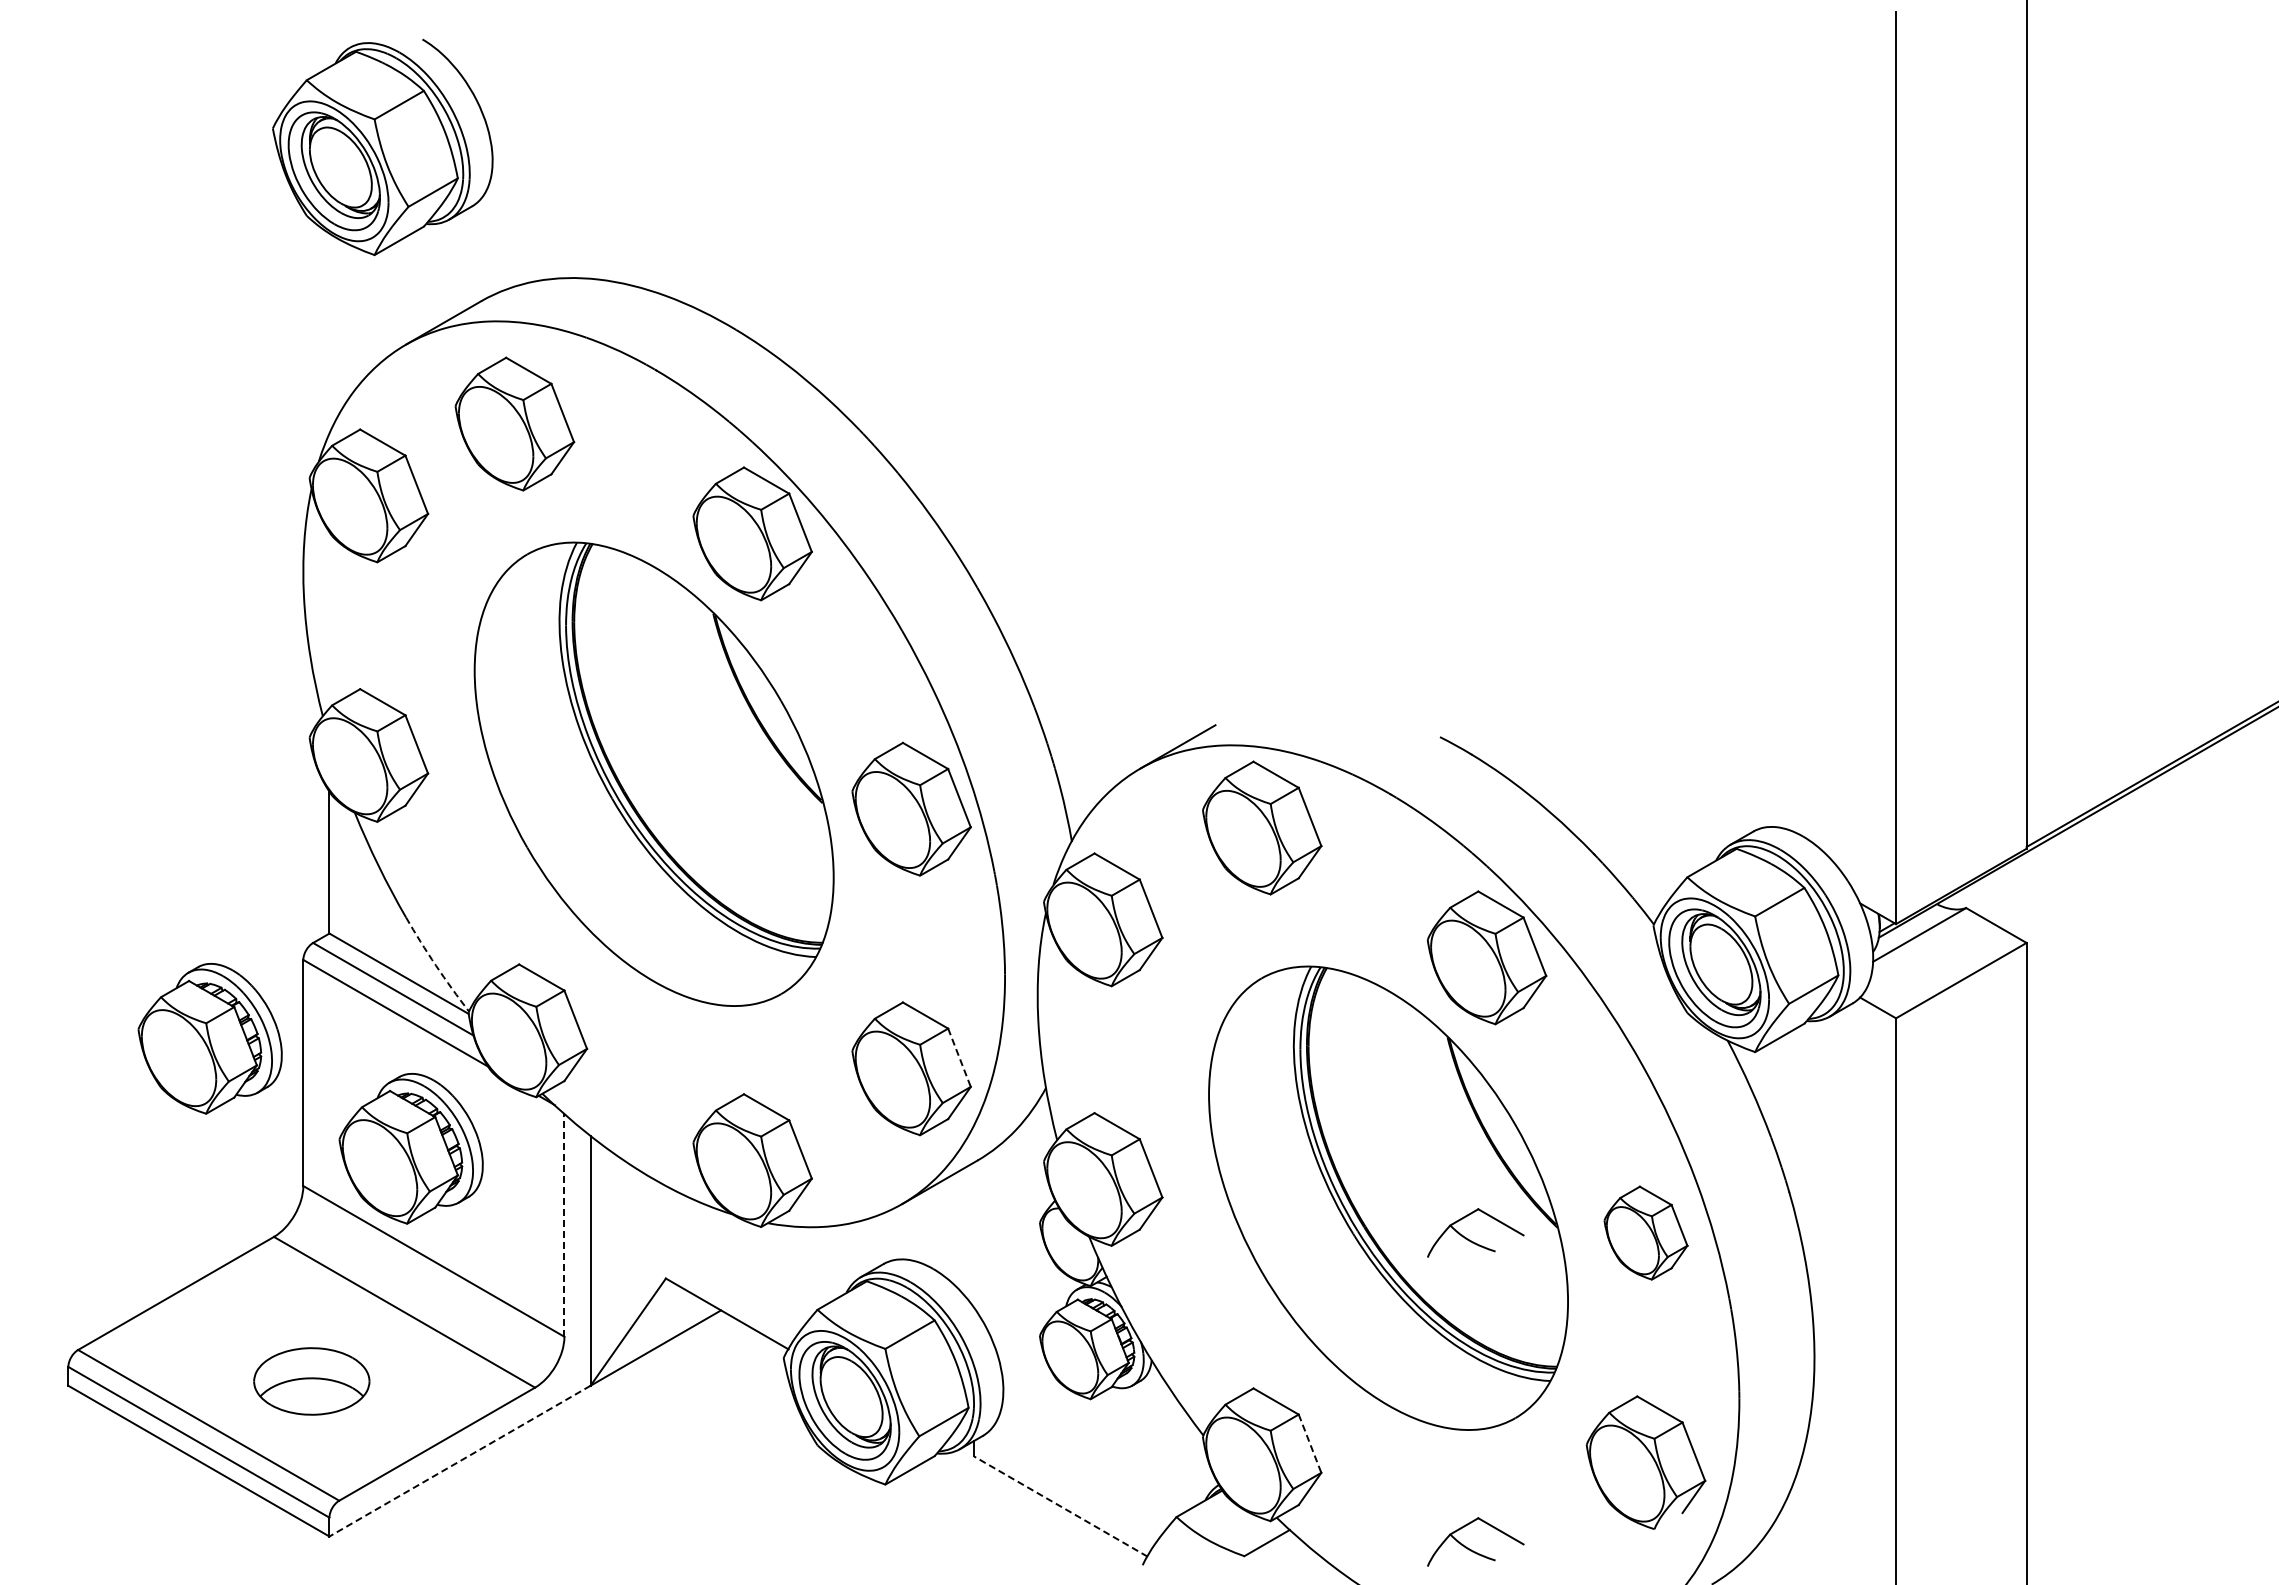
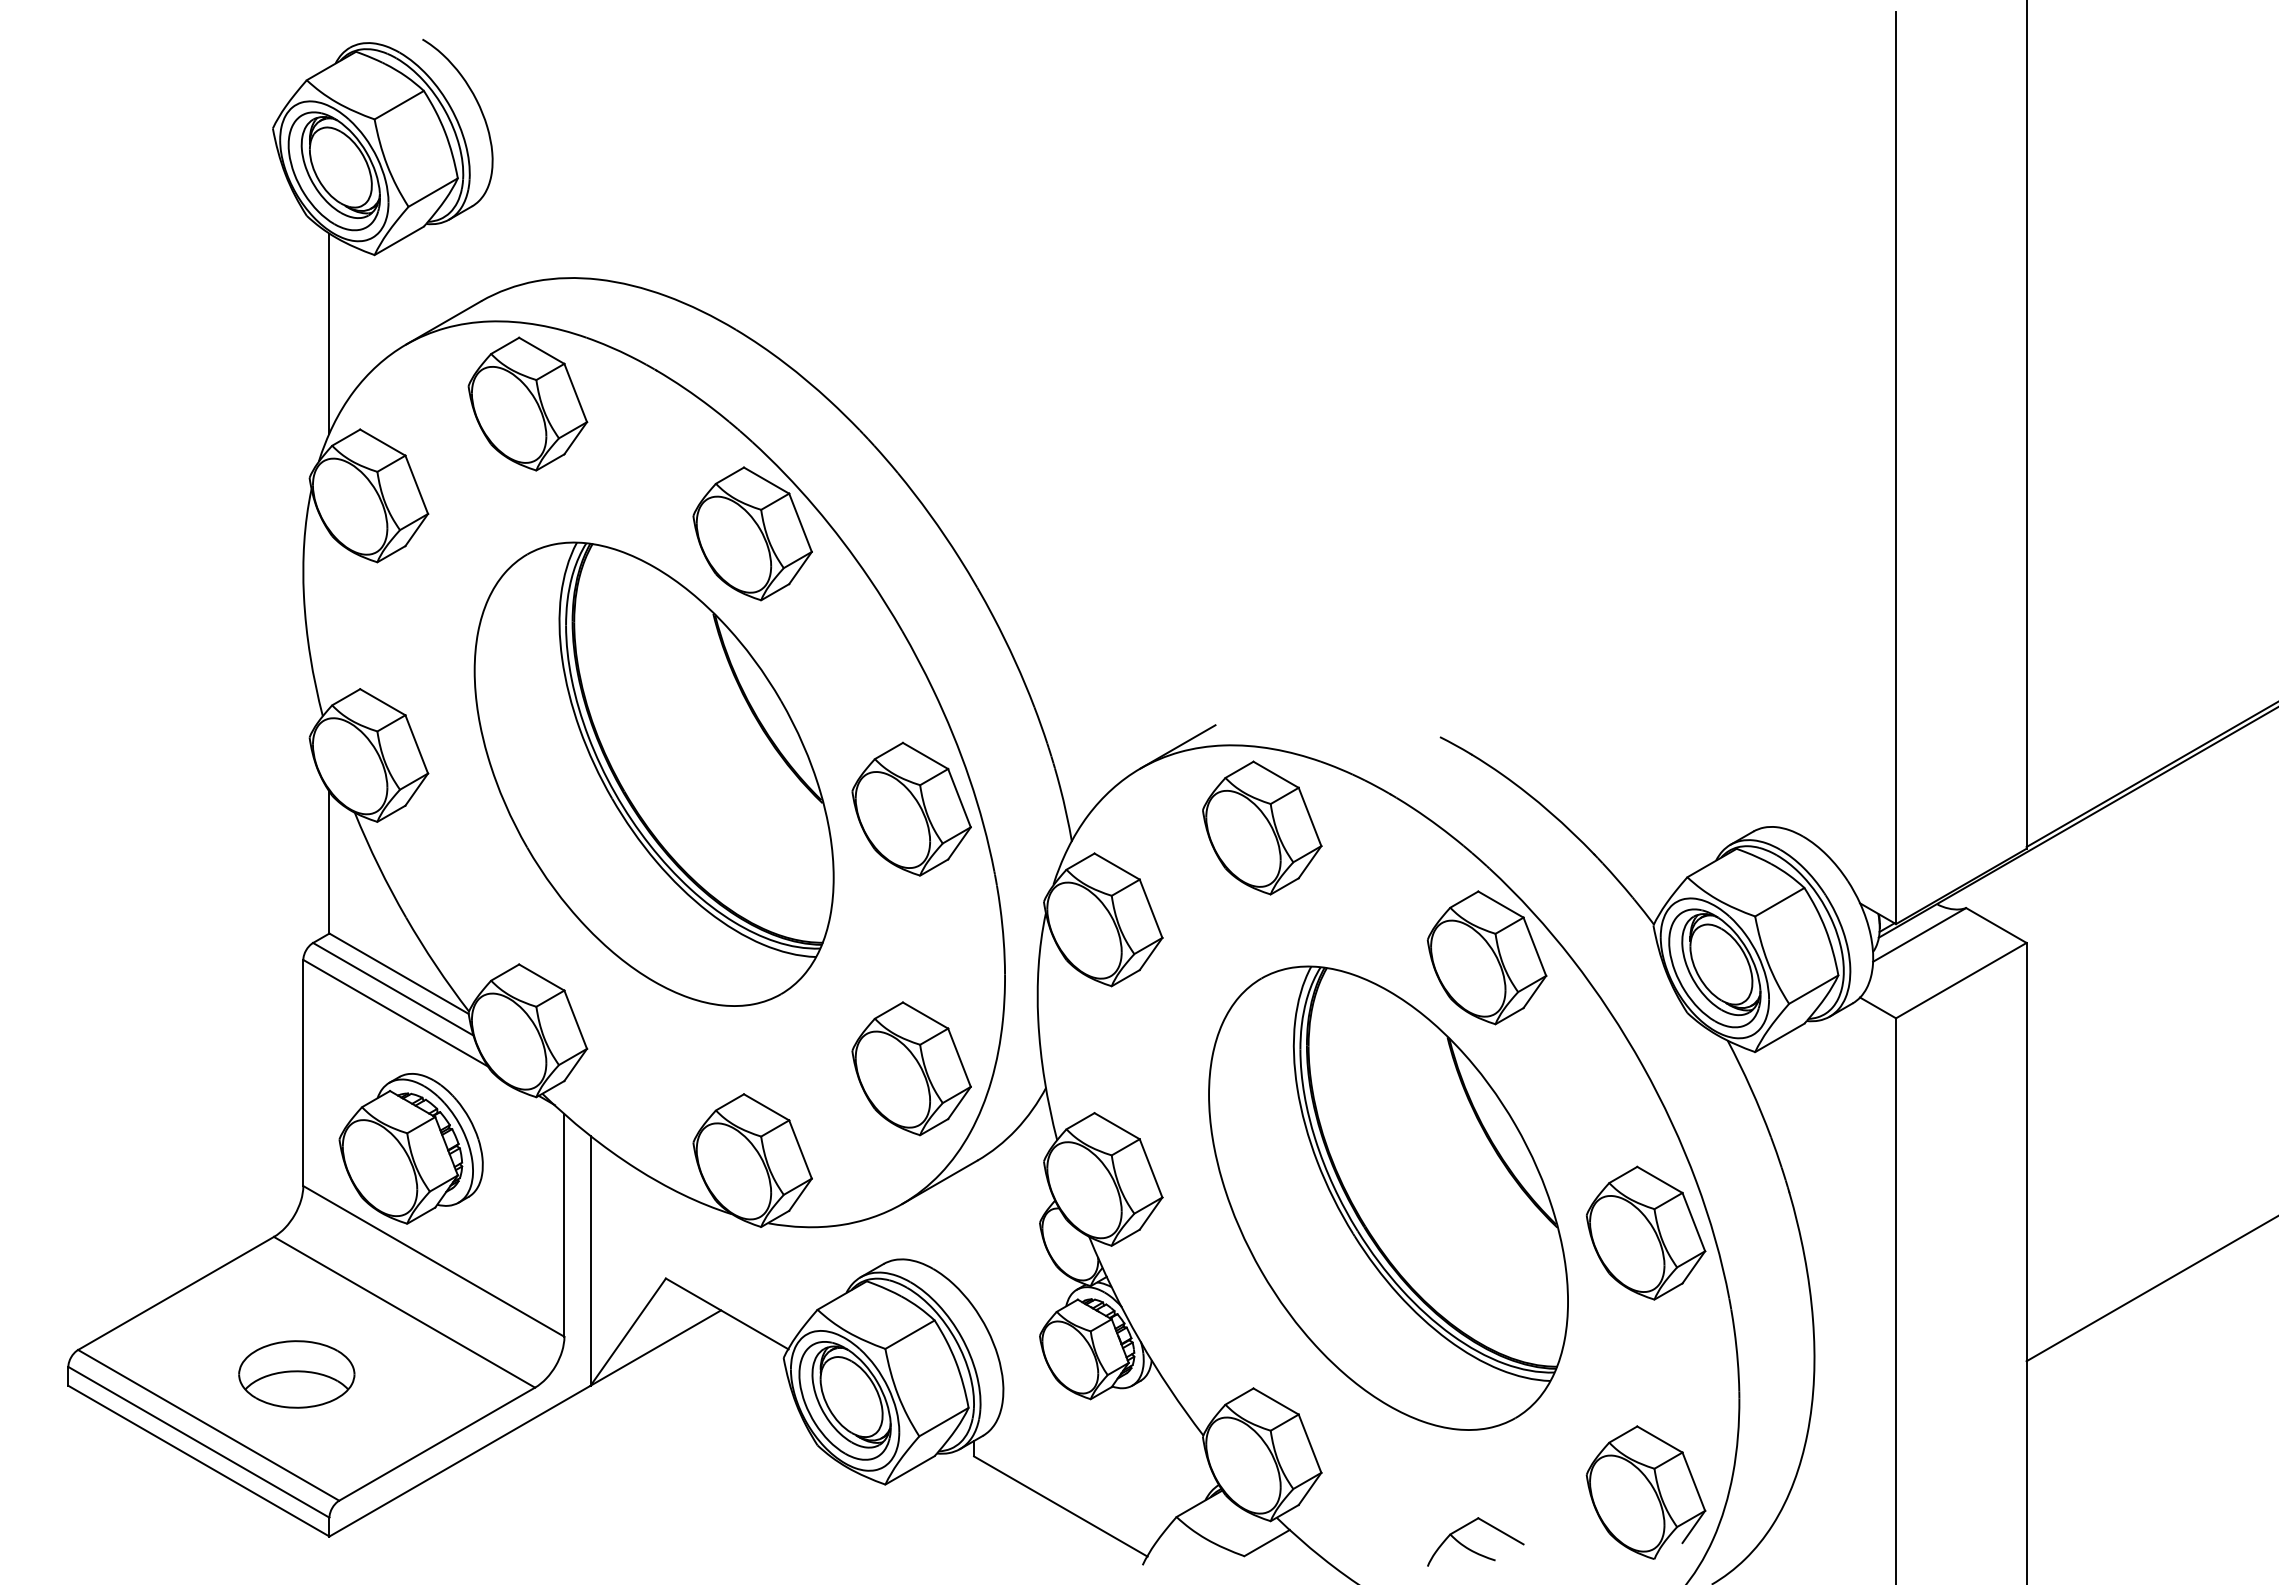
line at (329, 333): none -> present
part at (514, 423) position: (514, 423) -> (527, 403)
arc at (435, 965): dashed -> solid
part at (209, 1038): present -> none
line at (959, 1058): dashed -> solid
line at (564, 1224): dashed -> solid
part at (1645, 1232) size: 86x96 px -> 122x136 px
part at (1471, 1240): present -> none
line at (2150, 1289): none -> present
part at (311, 1381) position: (311, 1381) -> (296, 1374)
line at (1310, 1444): dashed -> solid
line at (460, 1461): dashed -> solid
part at (1645, 1462) position: (1645, 1462) -> (1645, 1492)
line at (1060, 1506): dashed -> solid
